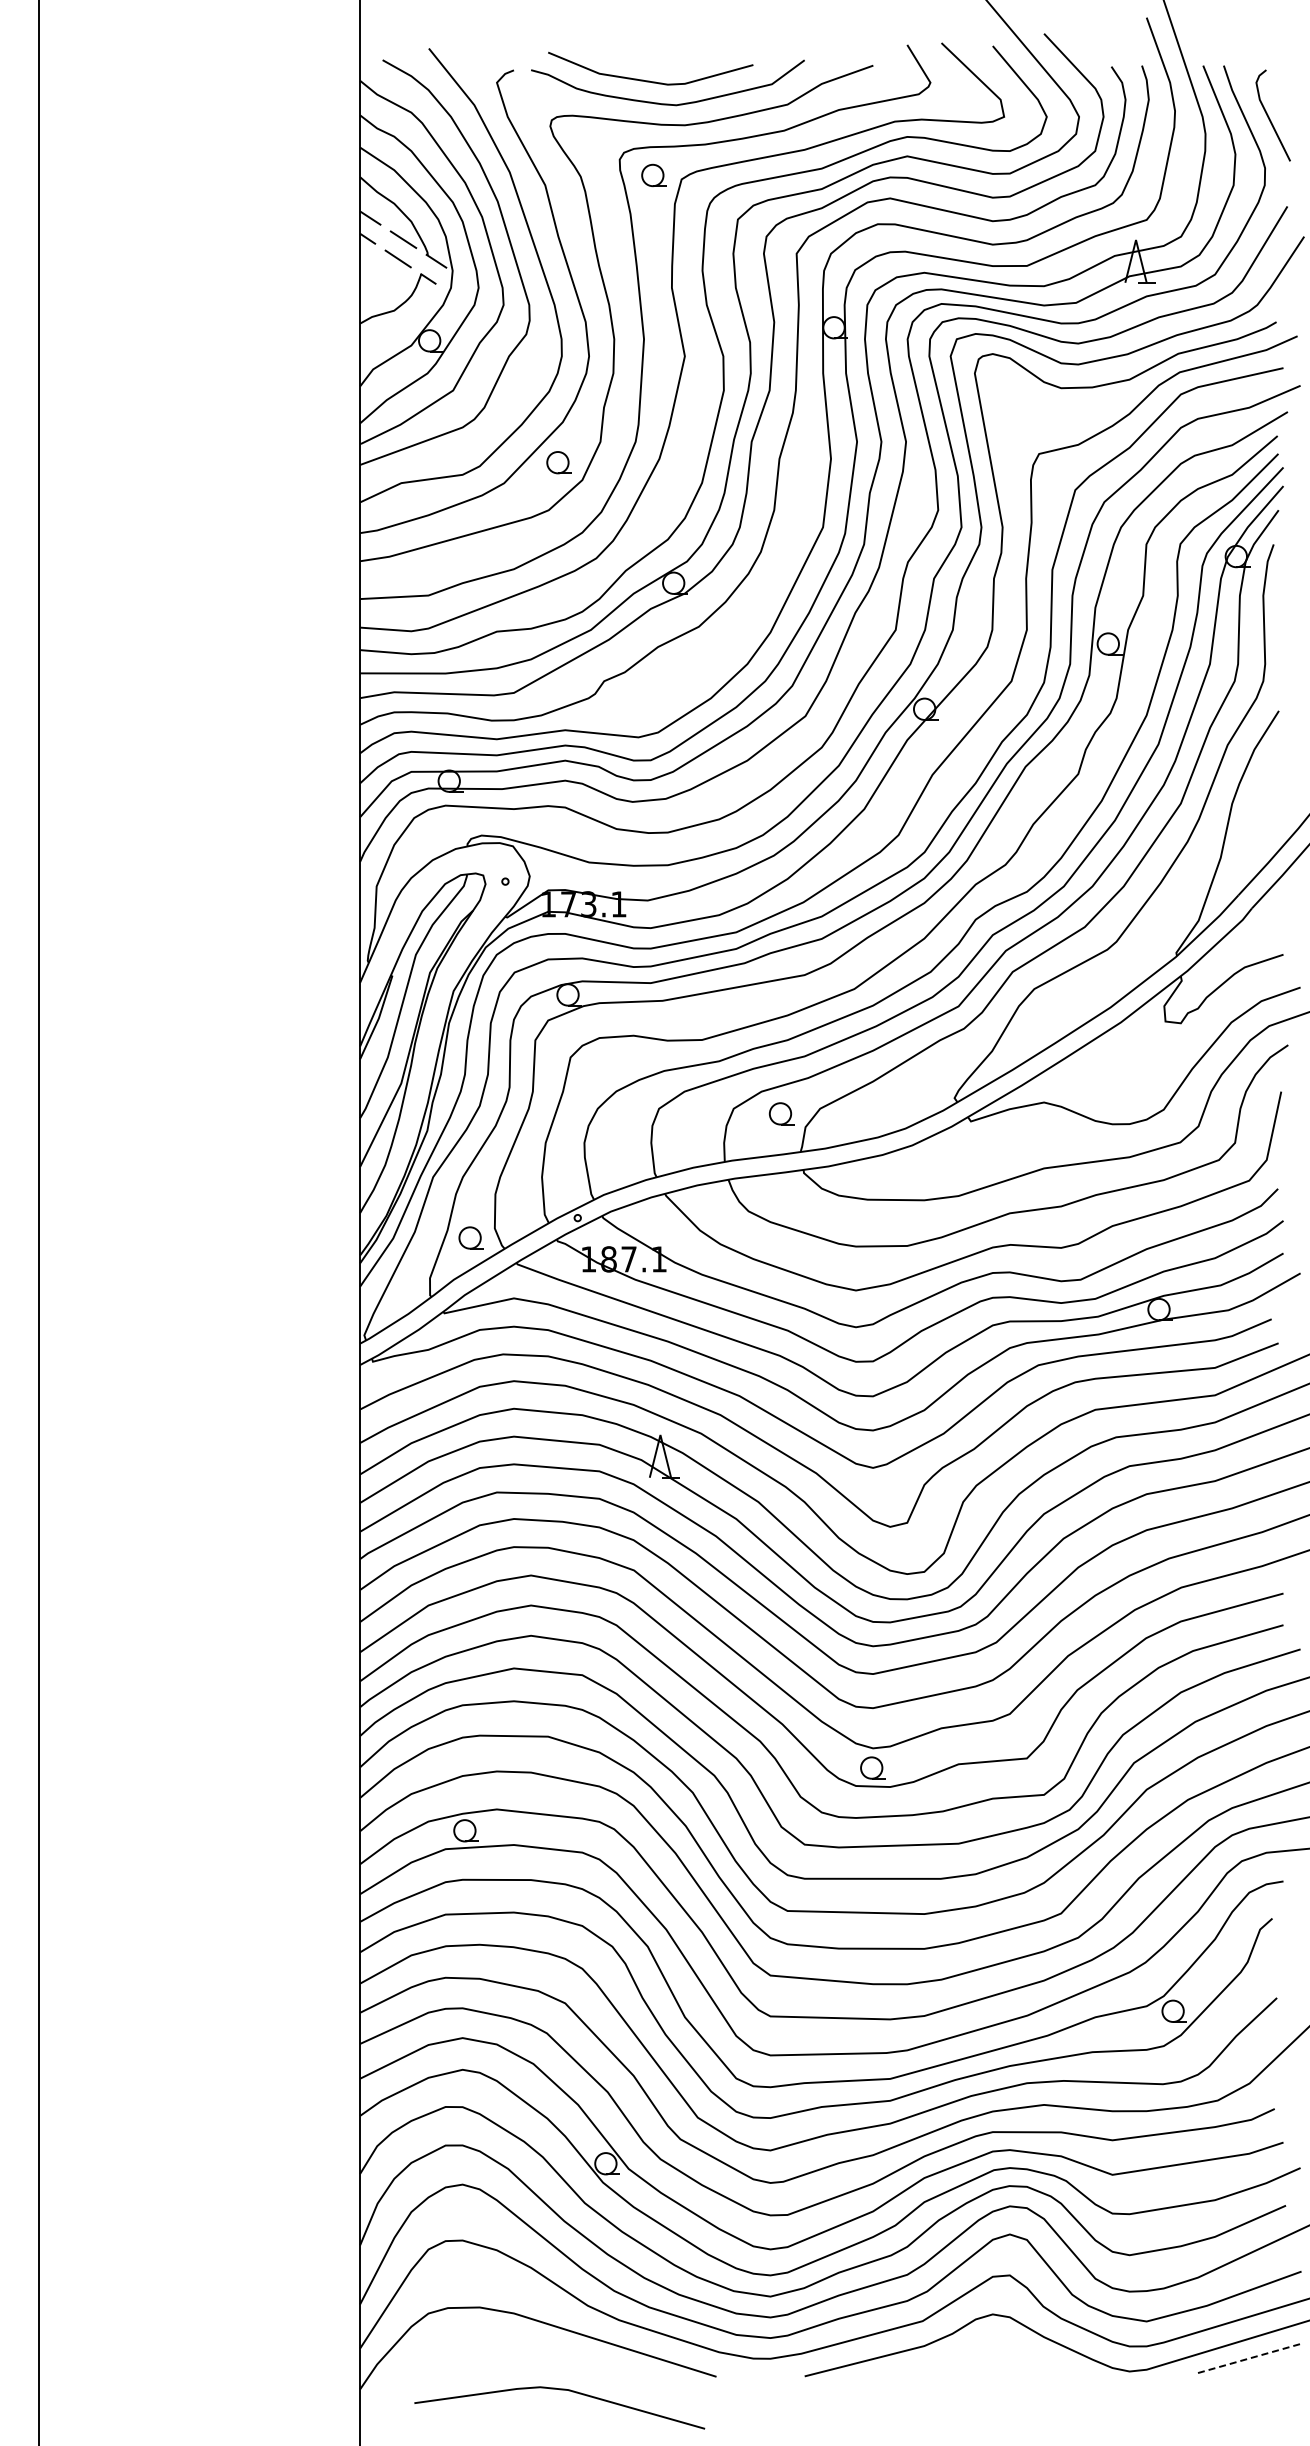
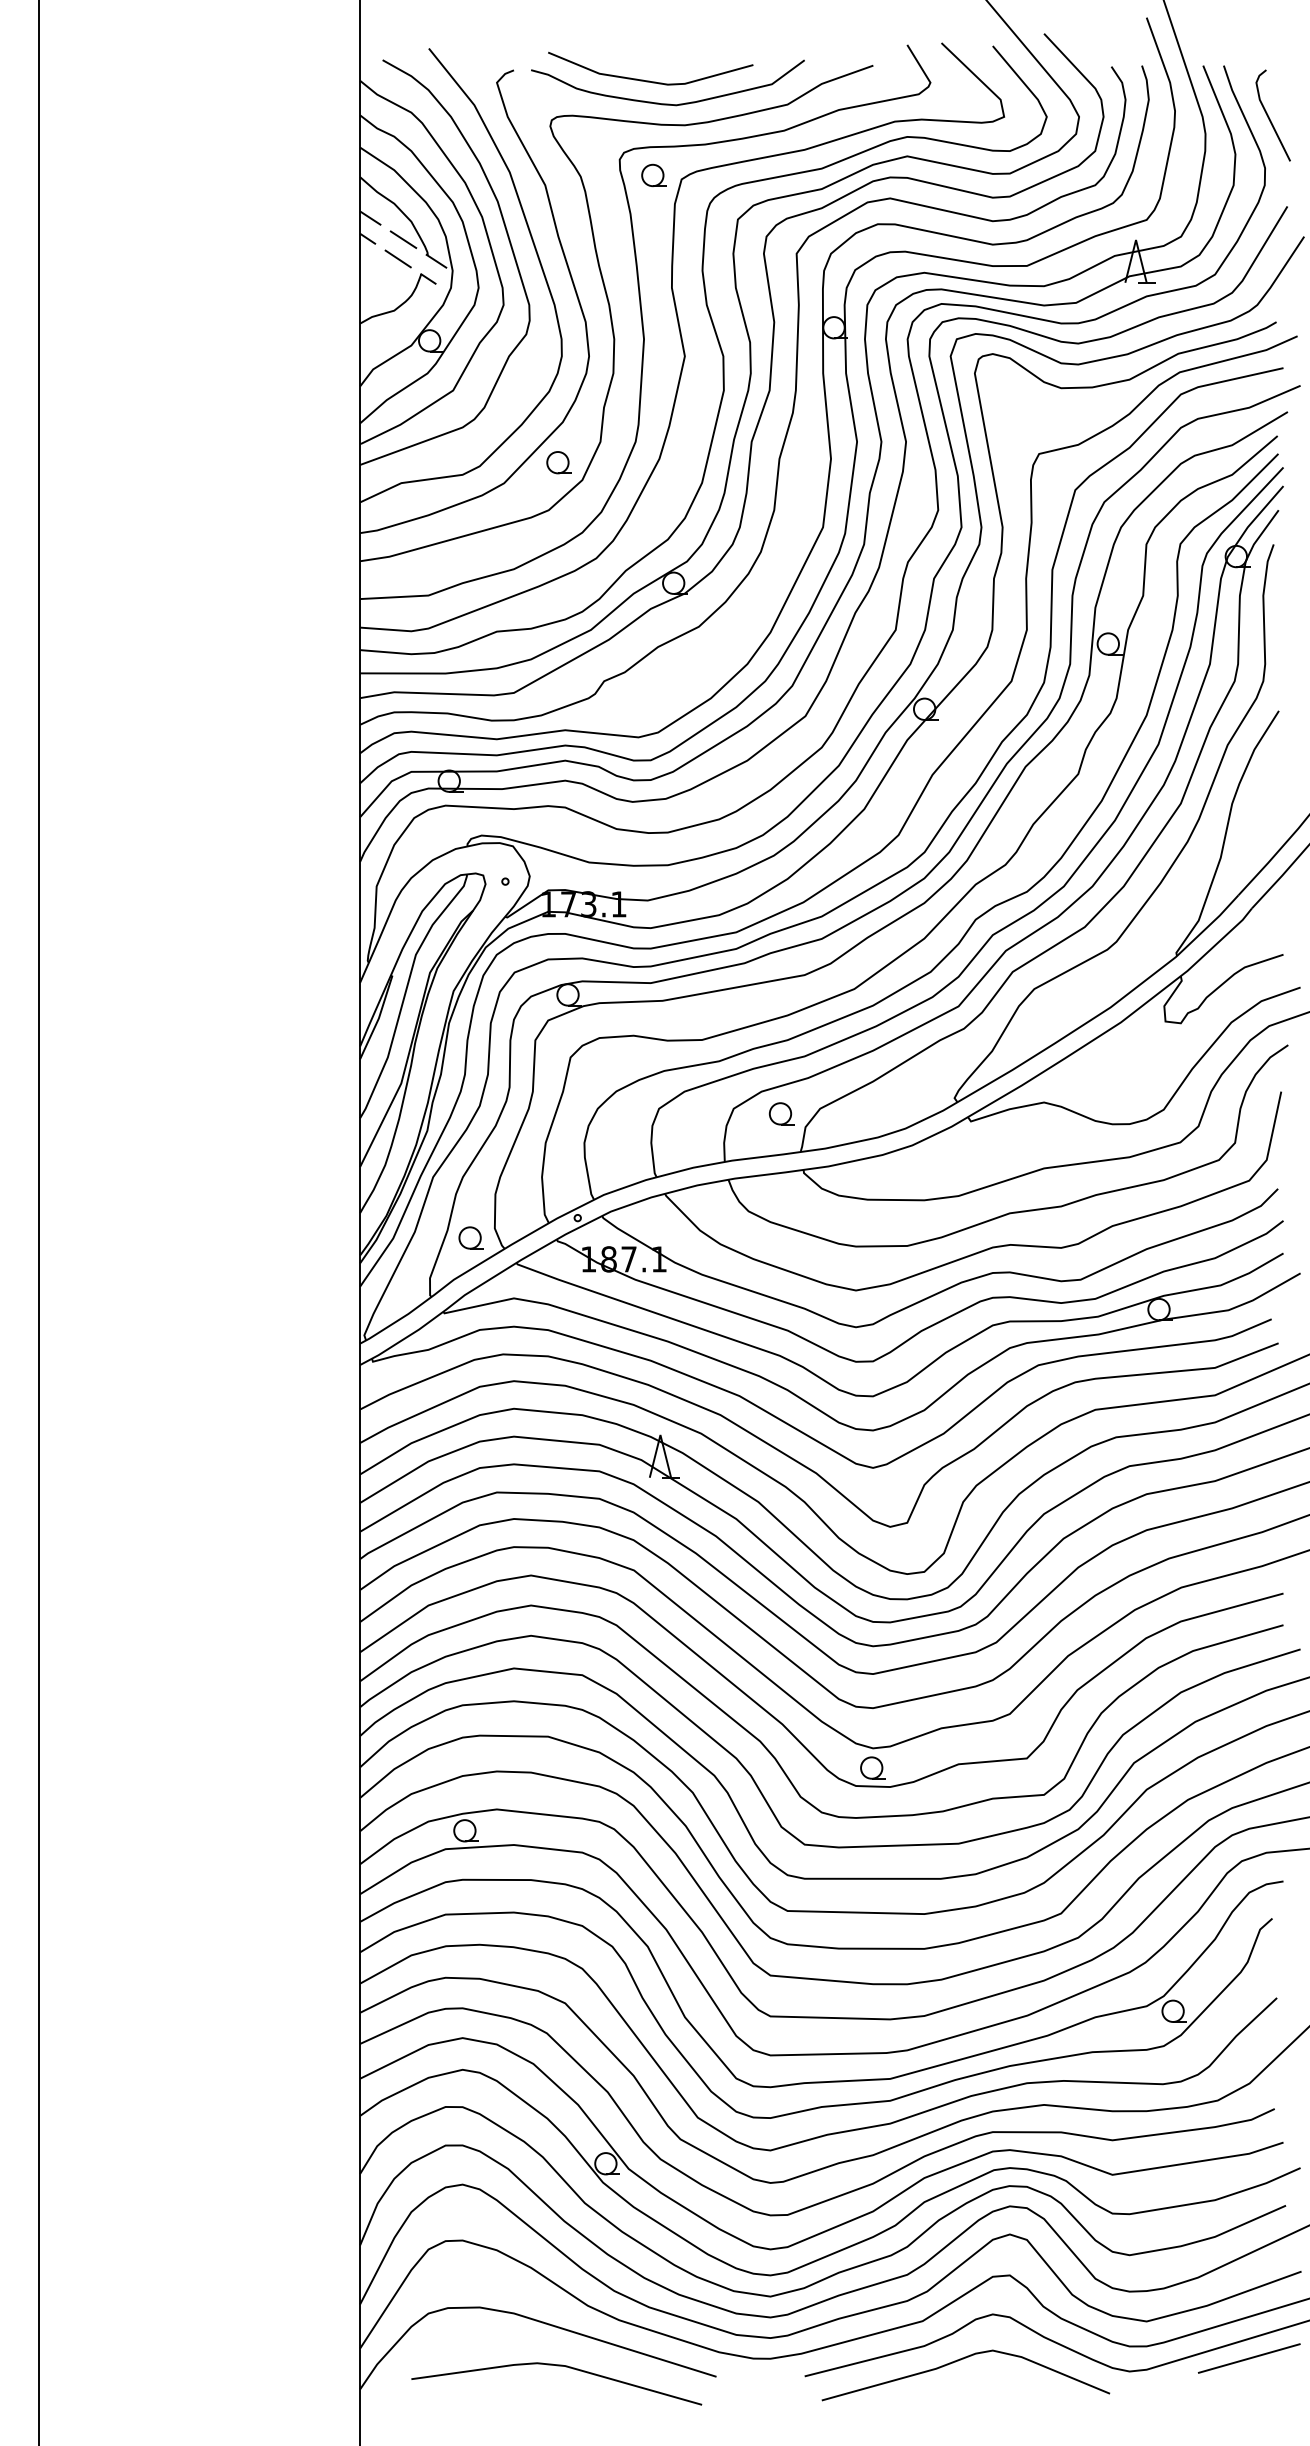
line at (1249, 2358): dashed -> solid
curve at (961, 2360): none -> present
line at (559, 2390) position: (559, 2390) -> (556, 2366)
